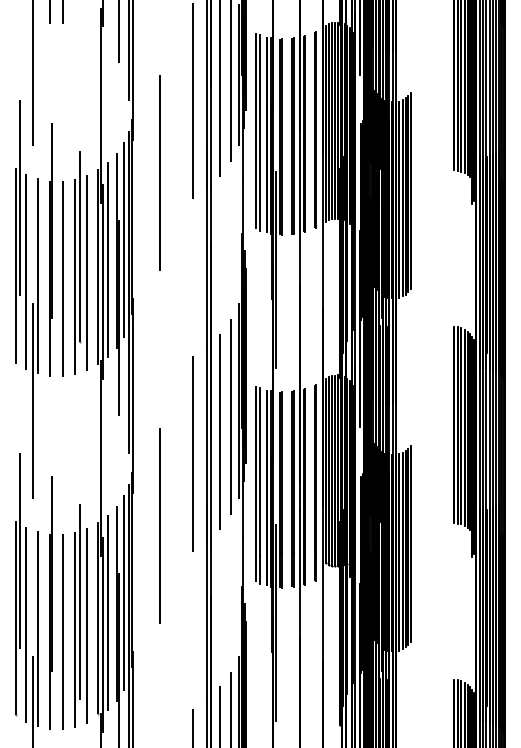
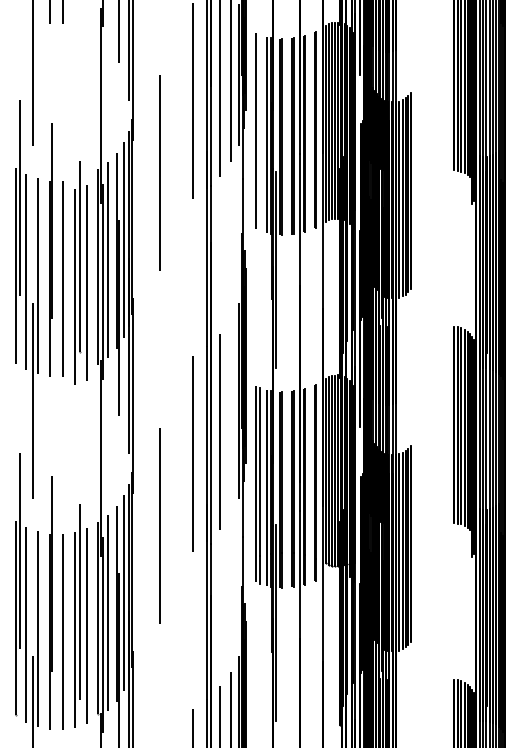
line at (259, 132): present -> none
part at (80, 262) position: (80, 262) -> (80, 272)
line at (230, 417): present -> none
